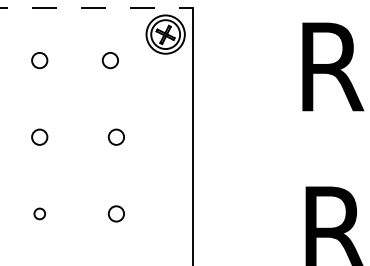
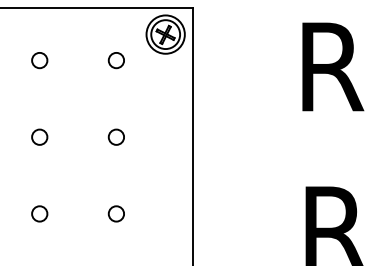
line at (97, 7): dashed -> solid
circle at (109, 60) position: (109, 60) -> (115, 60)
circle at (39, 213) size: 13x14 px -> 18x18 px
